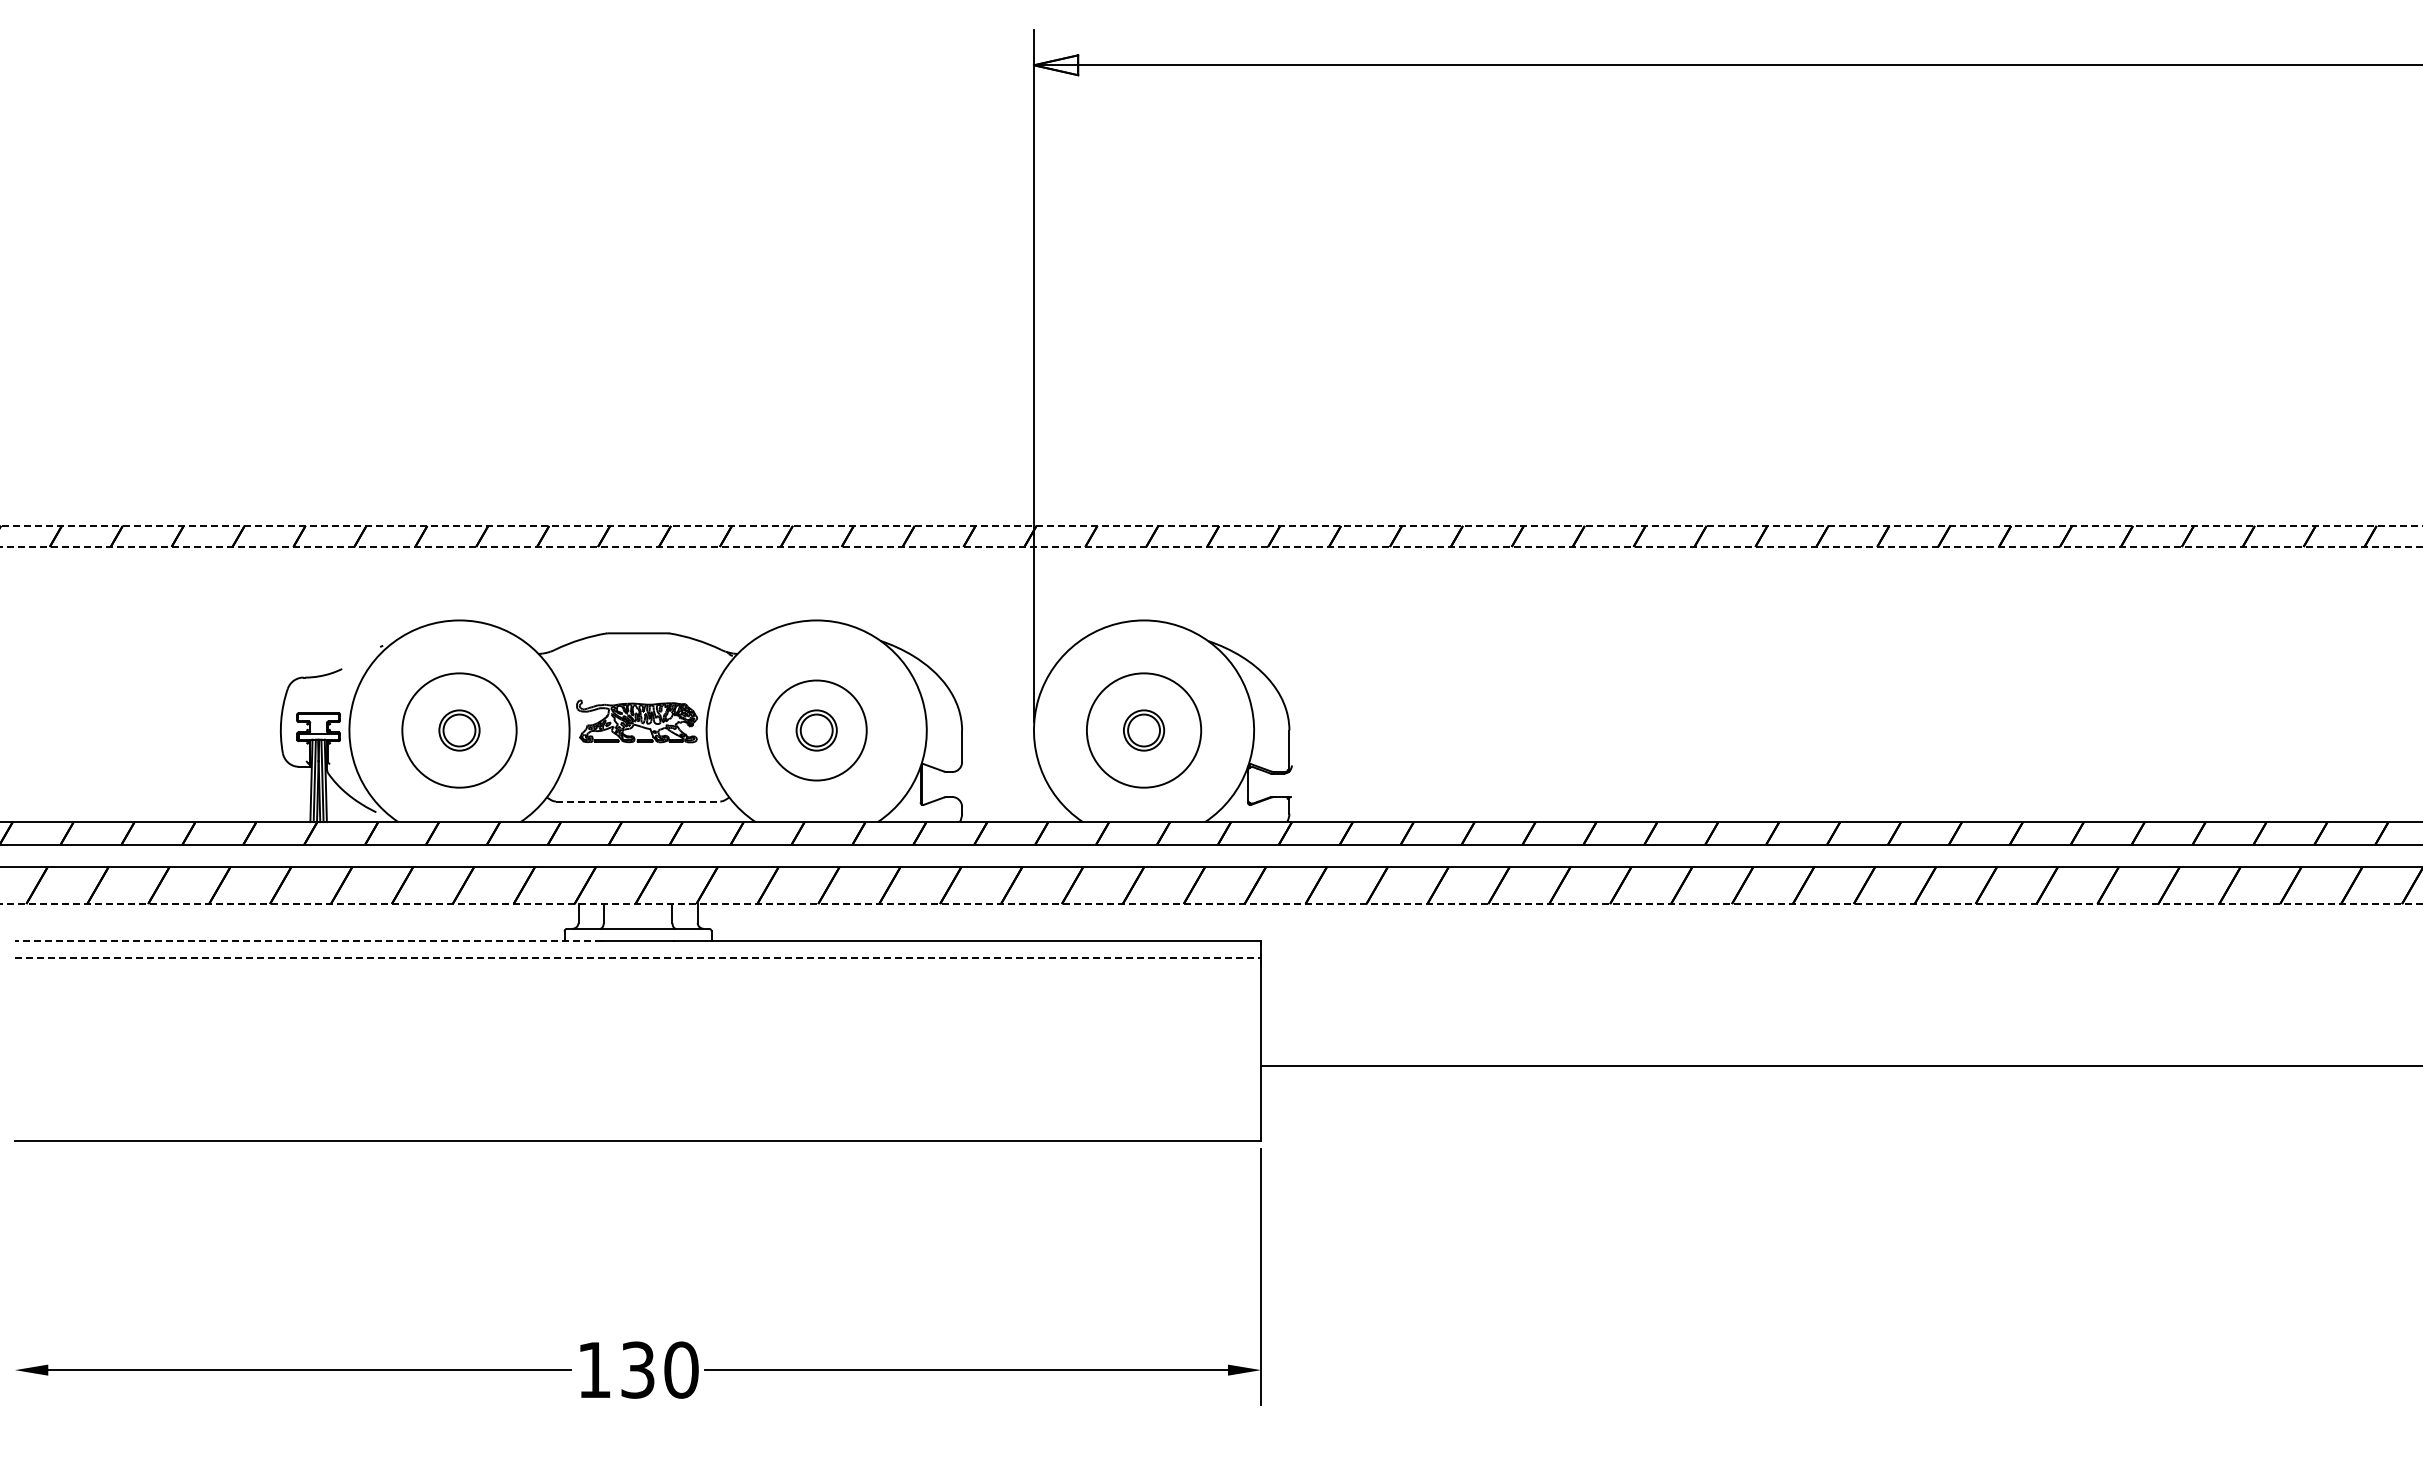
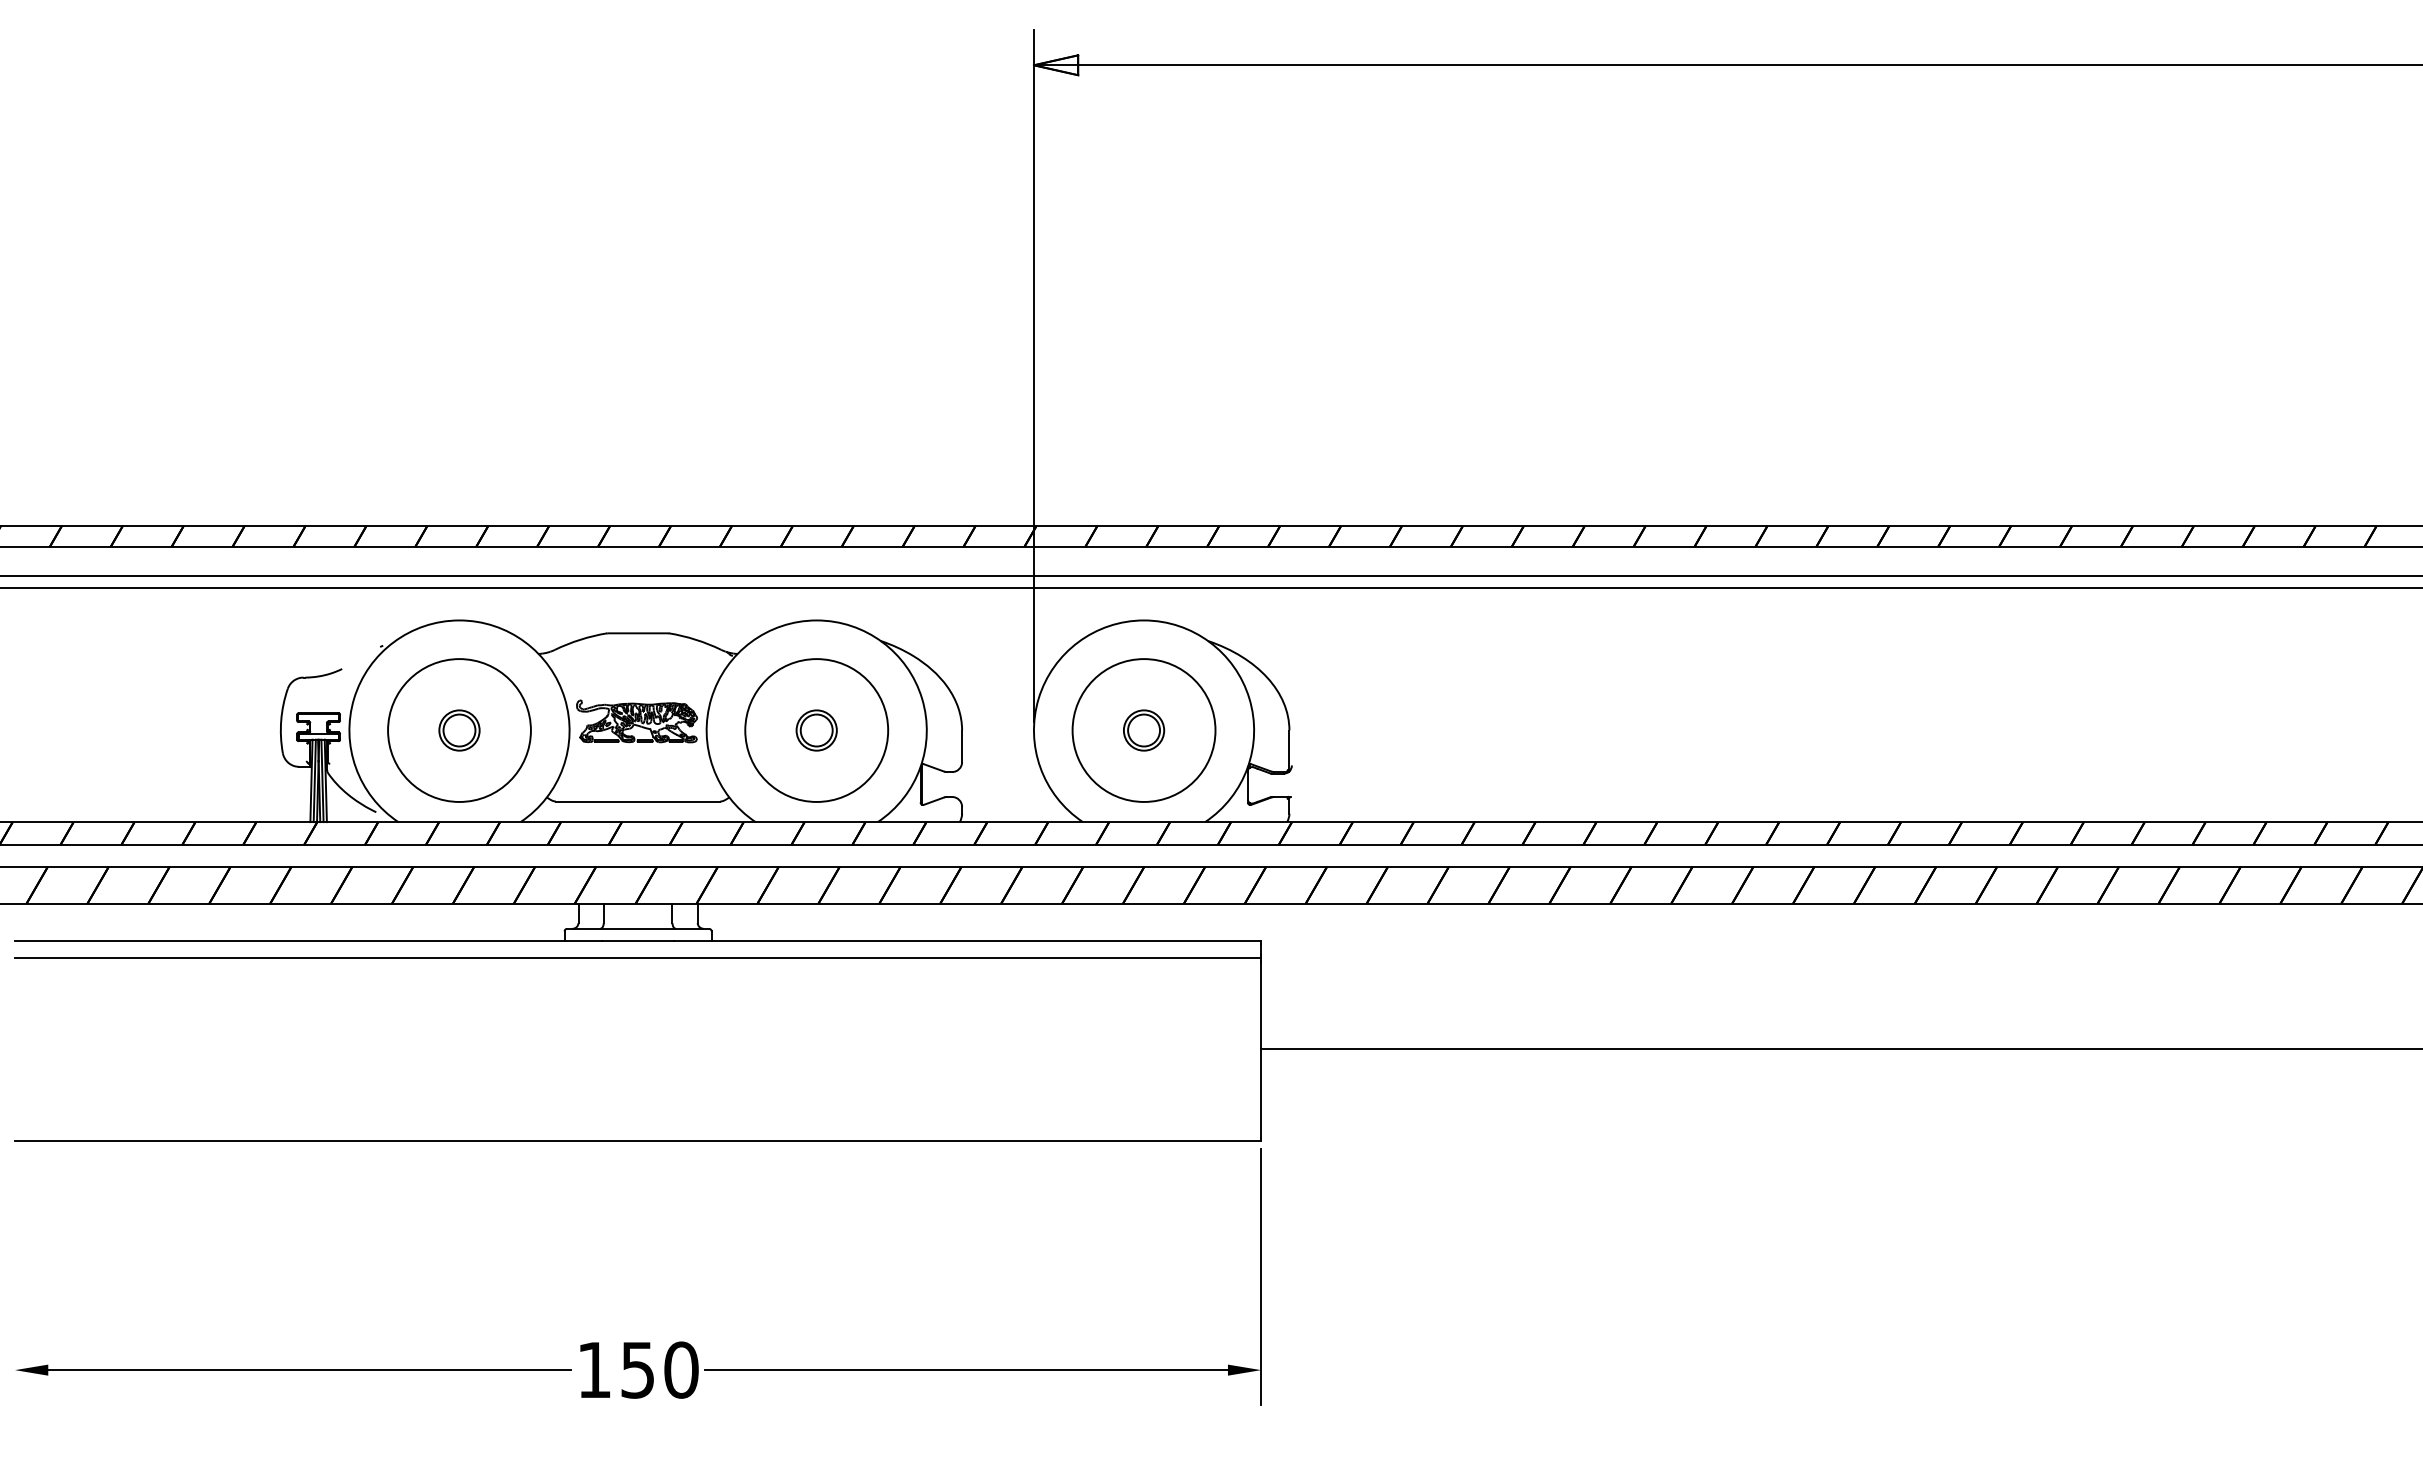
line at (1212, 525): dashed -> solid
line at (1211, 546): dashed -> solid
line at (1210, 575): none -> present
line at (1210, 588): none -> present
circle at (459, 730) diameter: 114 px -> 143 px
circle at (816, 730) diameter: 100 px -> 143 px
circle at (1143, 730) diameter: 114 px -> 143 px
line at (638, 801): dashed -> solid
line at (1211, 903): dashed -> solid
line at (307, 941): dashed -> solid
line at (638, 957): dashed -> solid
line at (1840, 1066) position: (1840, 1066) -> (1840, 1049)
text at (637, 1369): 130 -> 150
